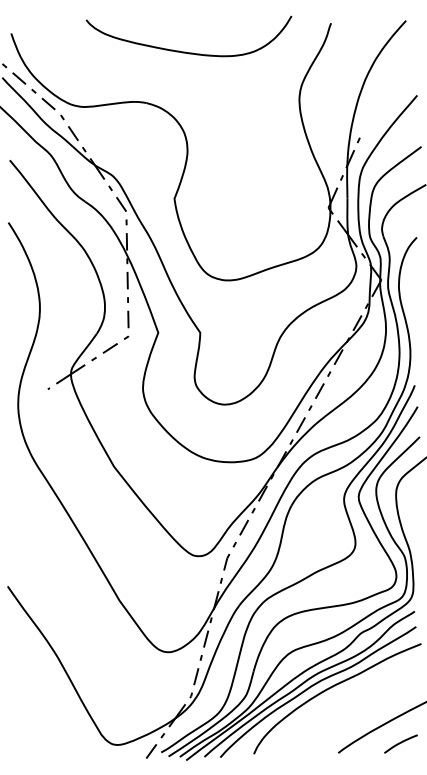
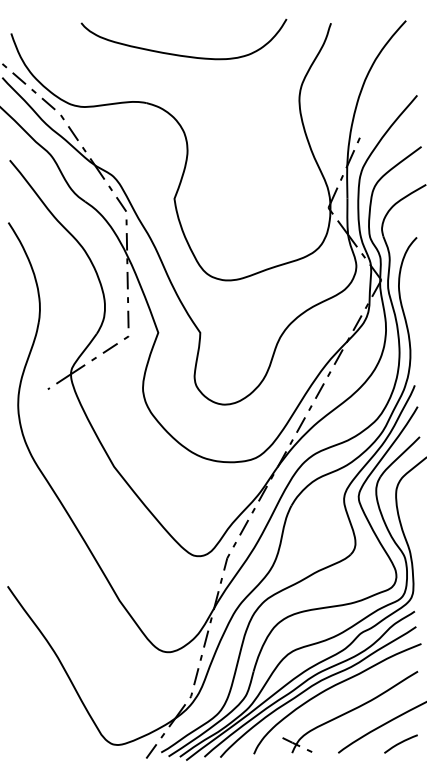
curve at (185, 51) position: (185, 51) -> (180, 54)
part at (350, 712): none -> present
